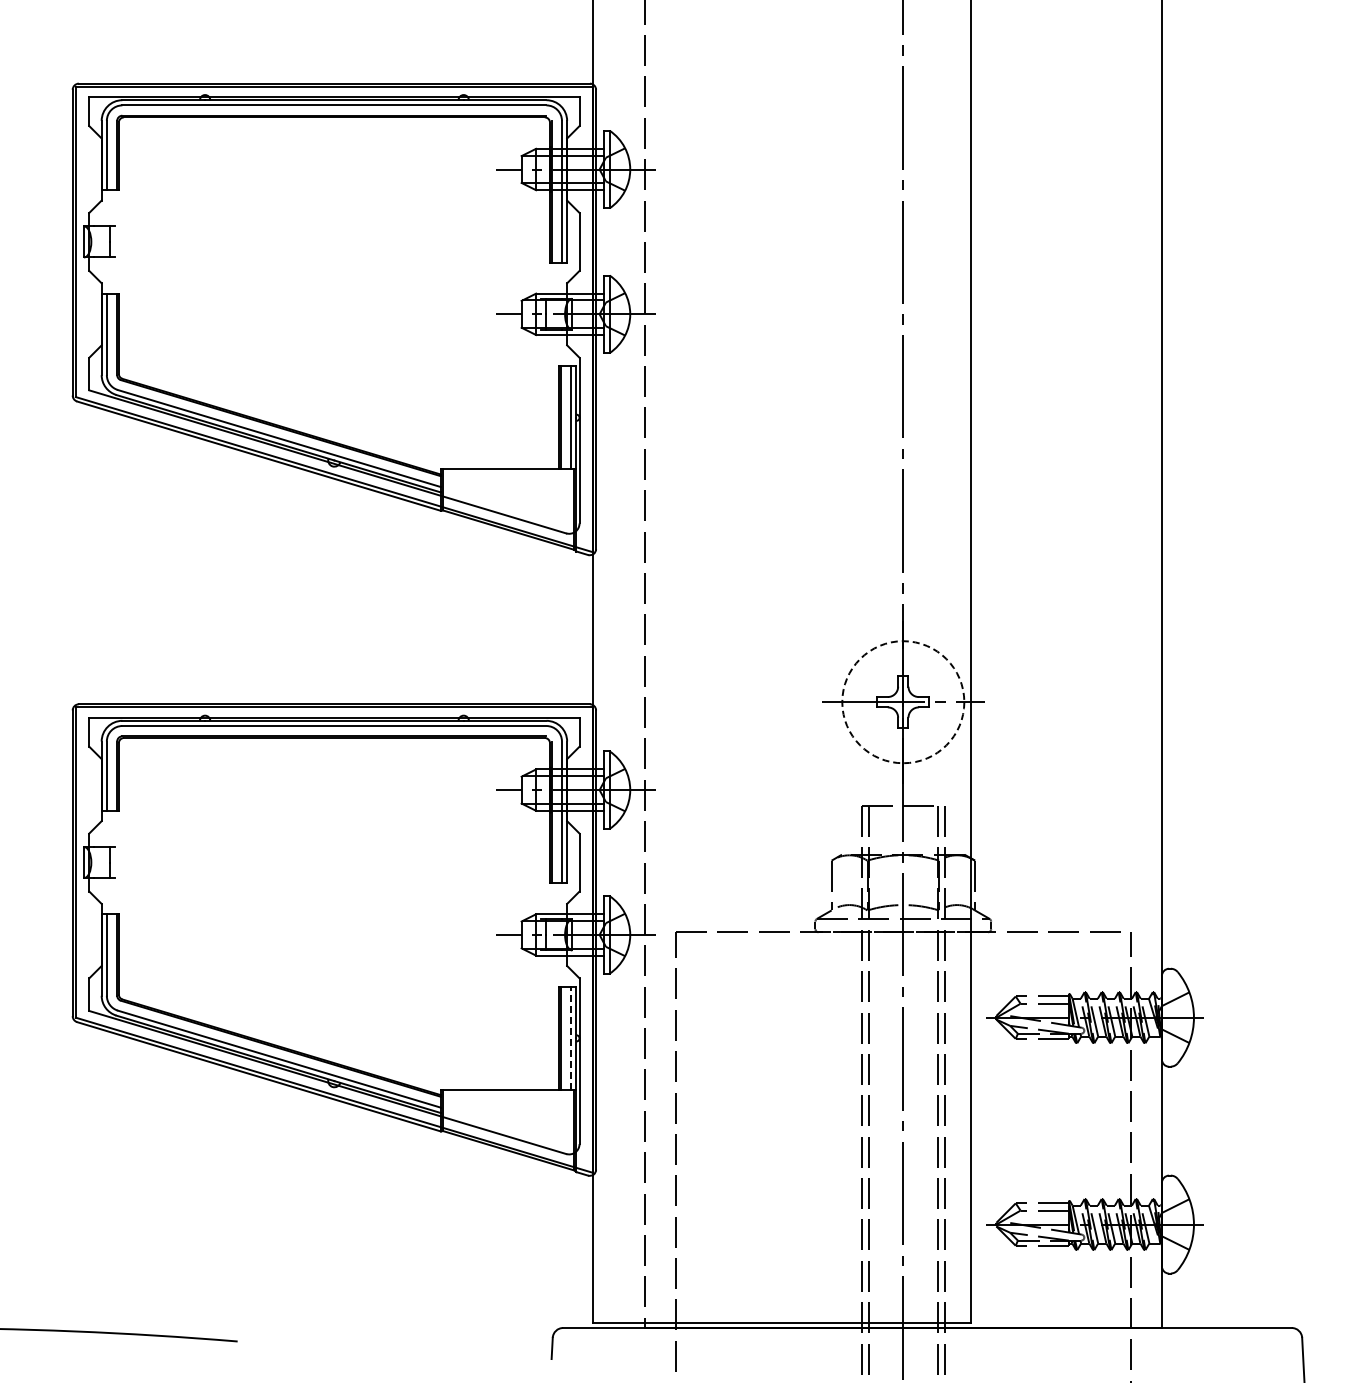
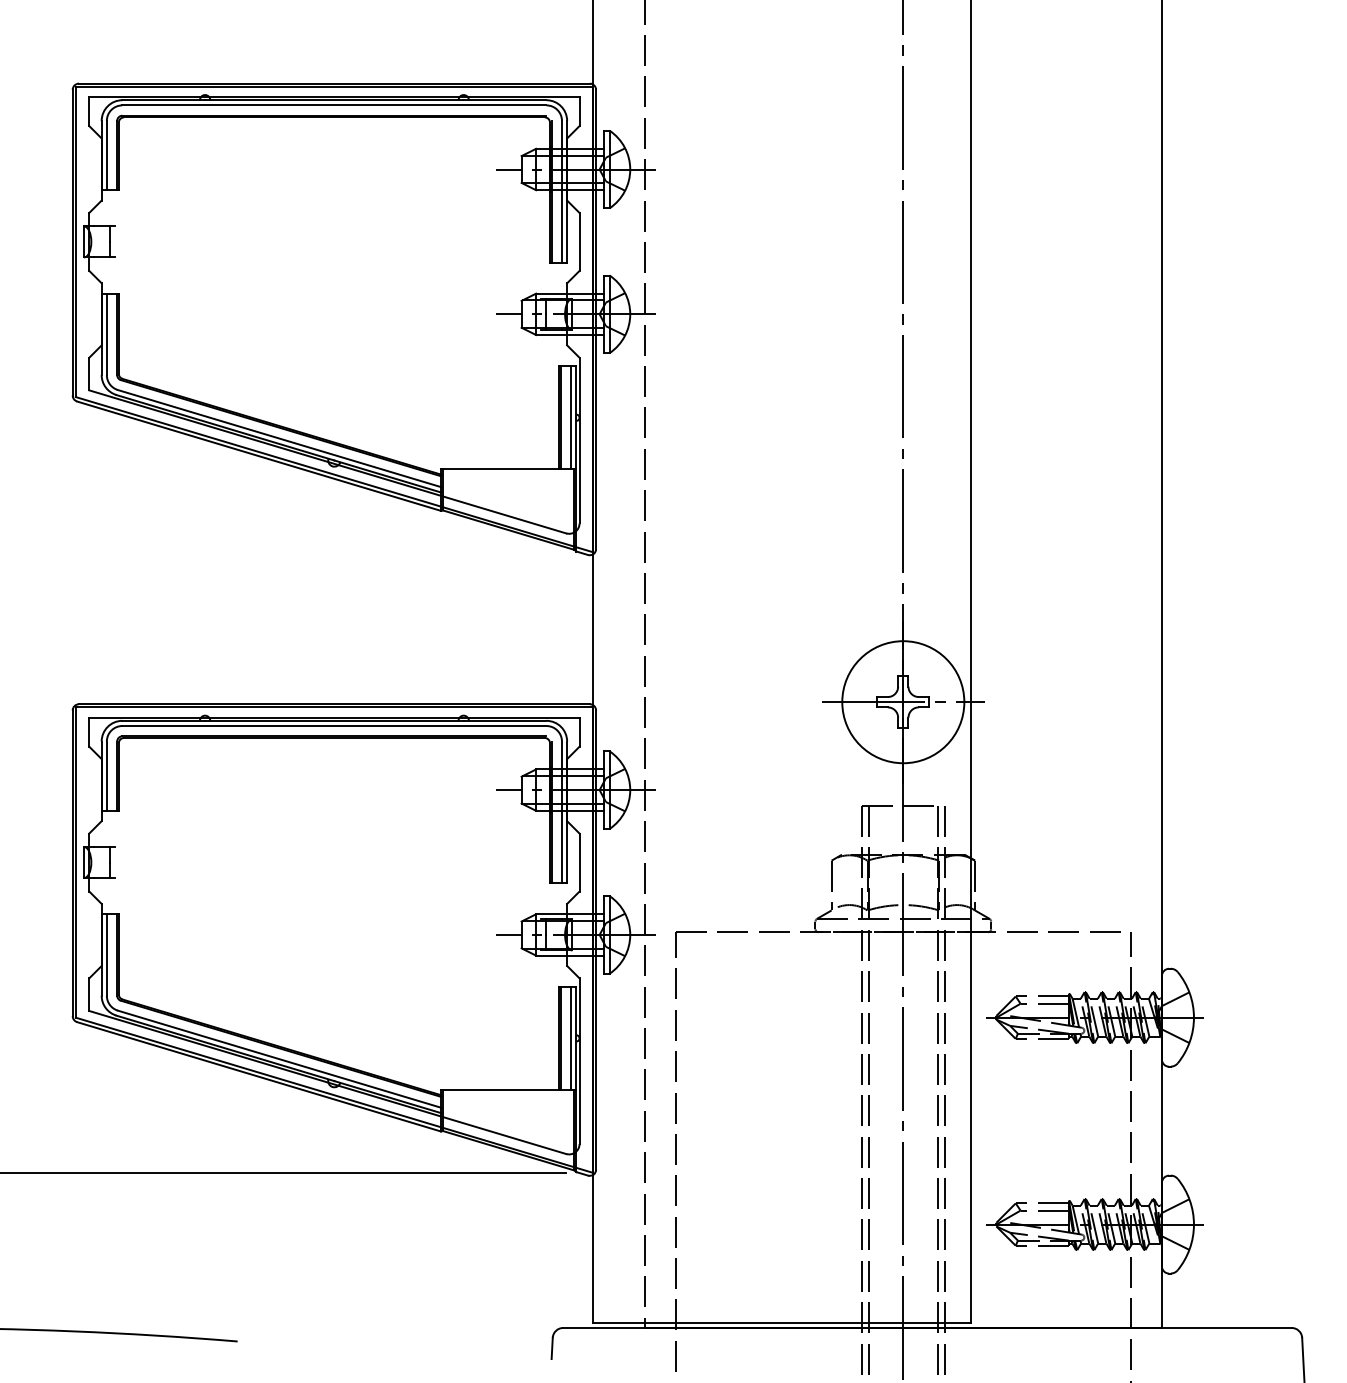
circle at (903, 702): dashed -> solid
line at (571, 1038): dashed -> solid
line at (283, 1172): none -> present
